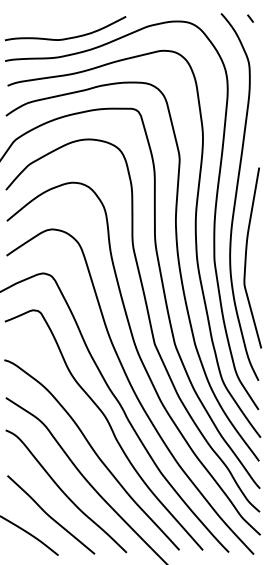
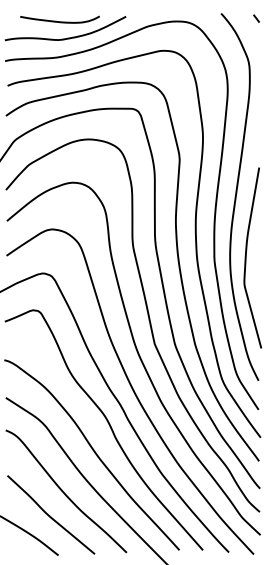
line at (250, 18) position: (250, 18) -> (256, 18)
curve at (59, 21): none -> present
